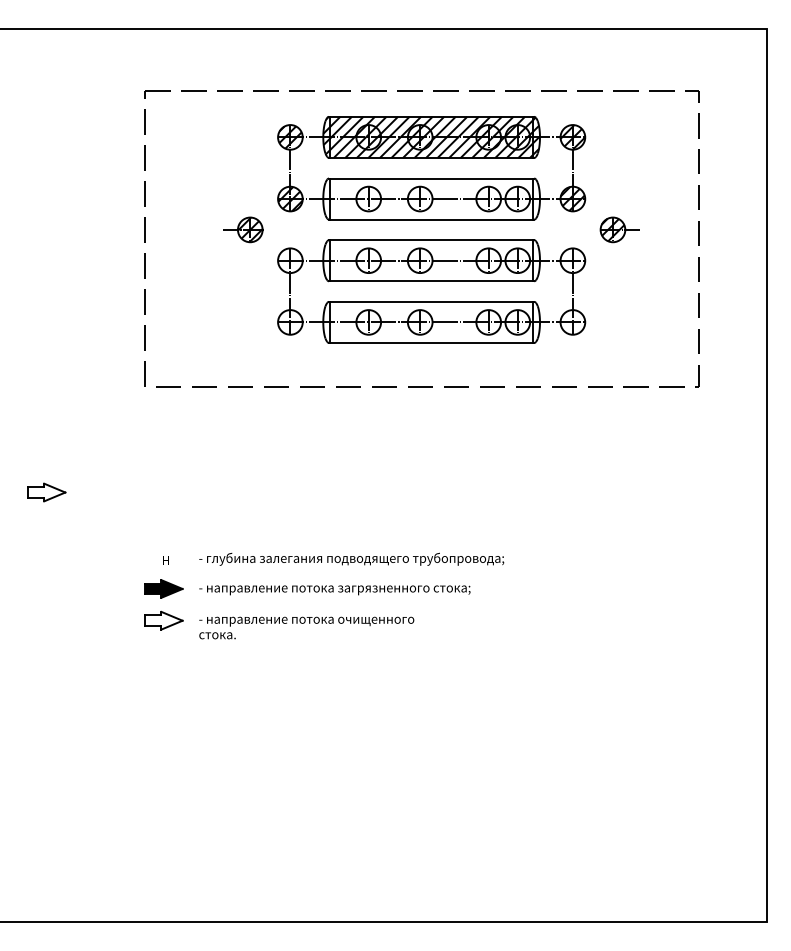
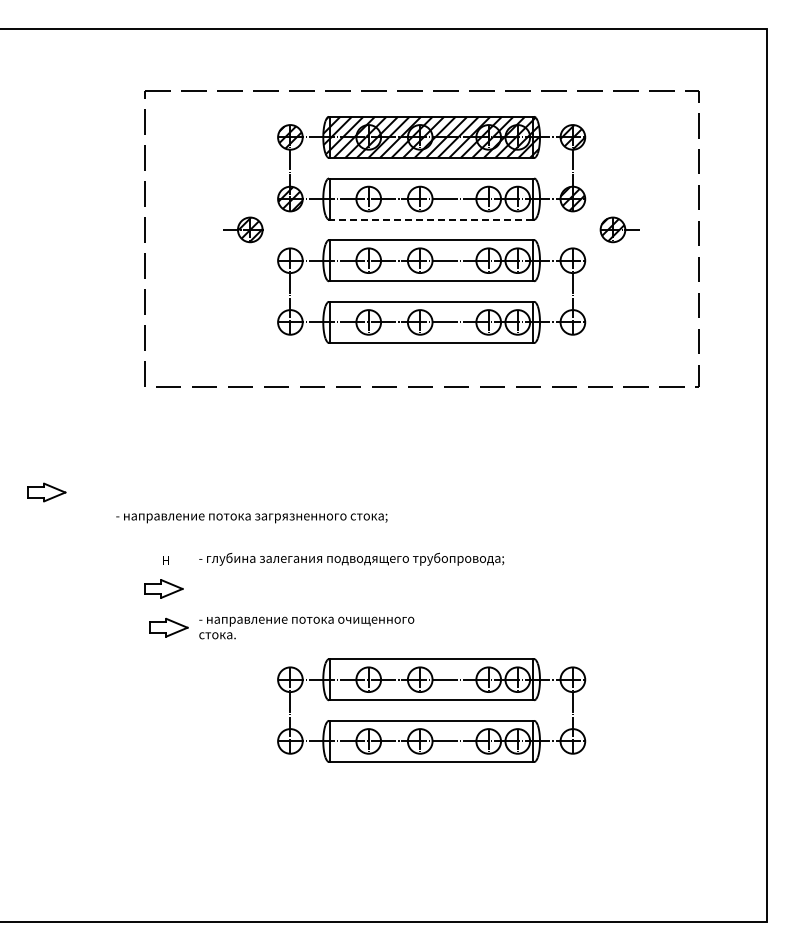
line at (431, 219): solid -> dashed
fill at (163, 588): present -> none
text at (334, 590) position: (334, 590) -> (251, 518)
part at (163, 620) position: (163, 620) -> (168, 627)
part at (431, 700): none -> present
